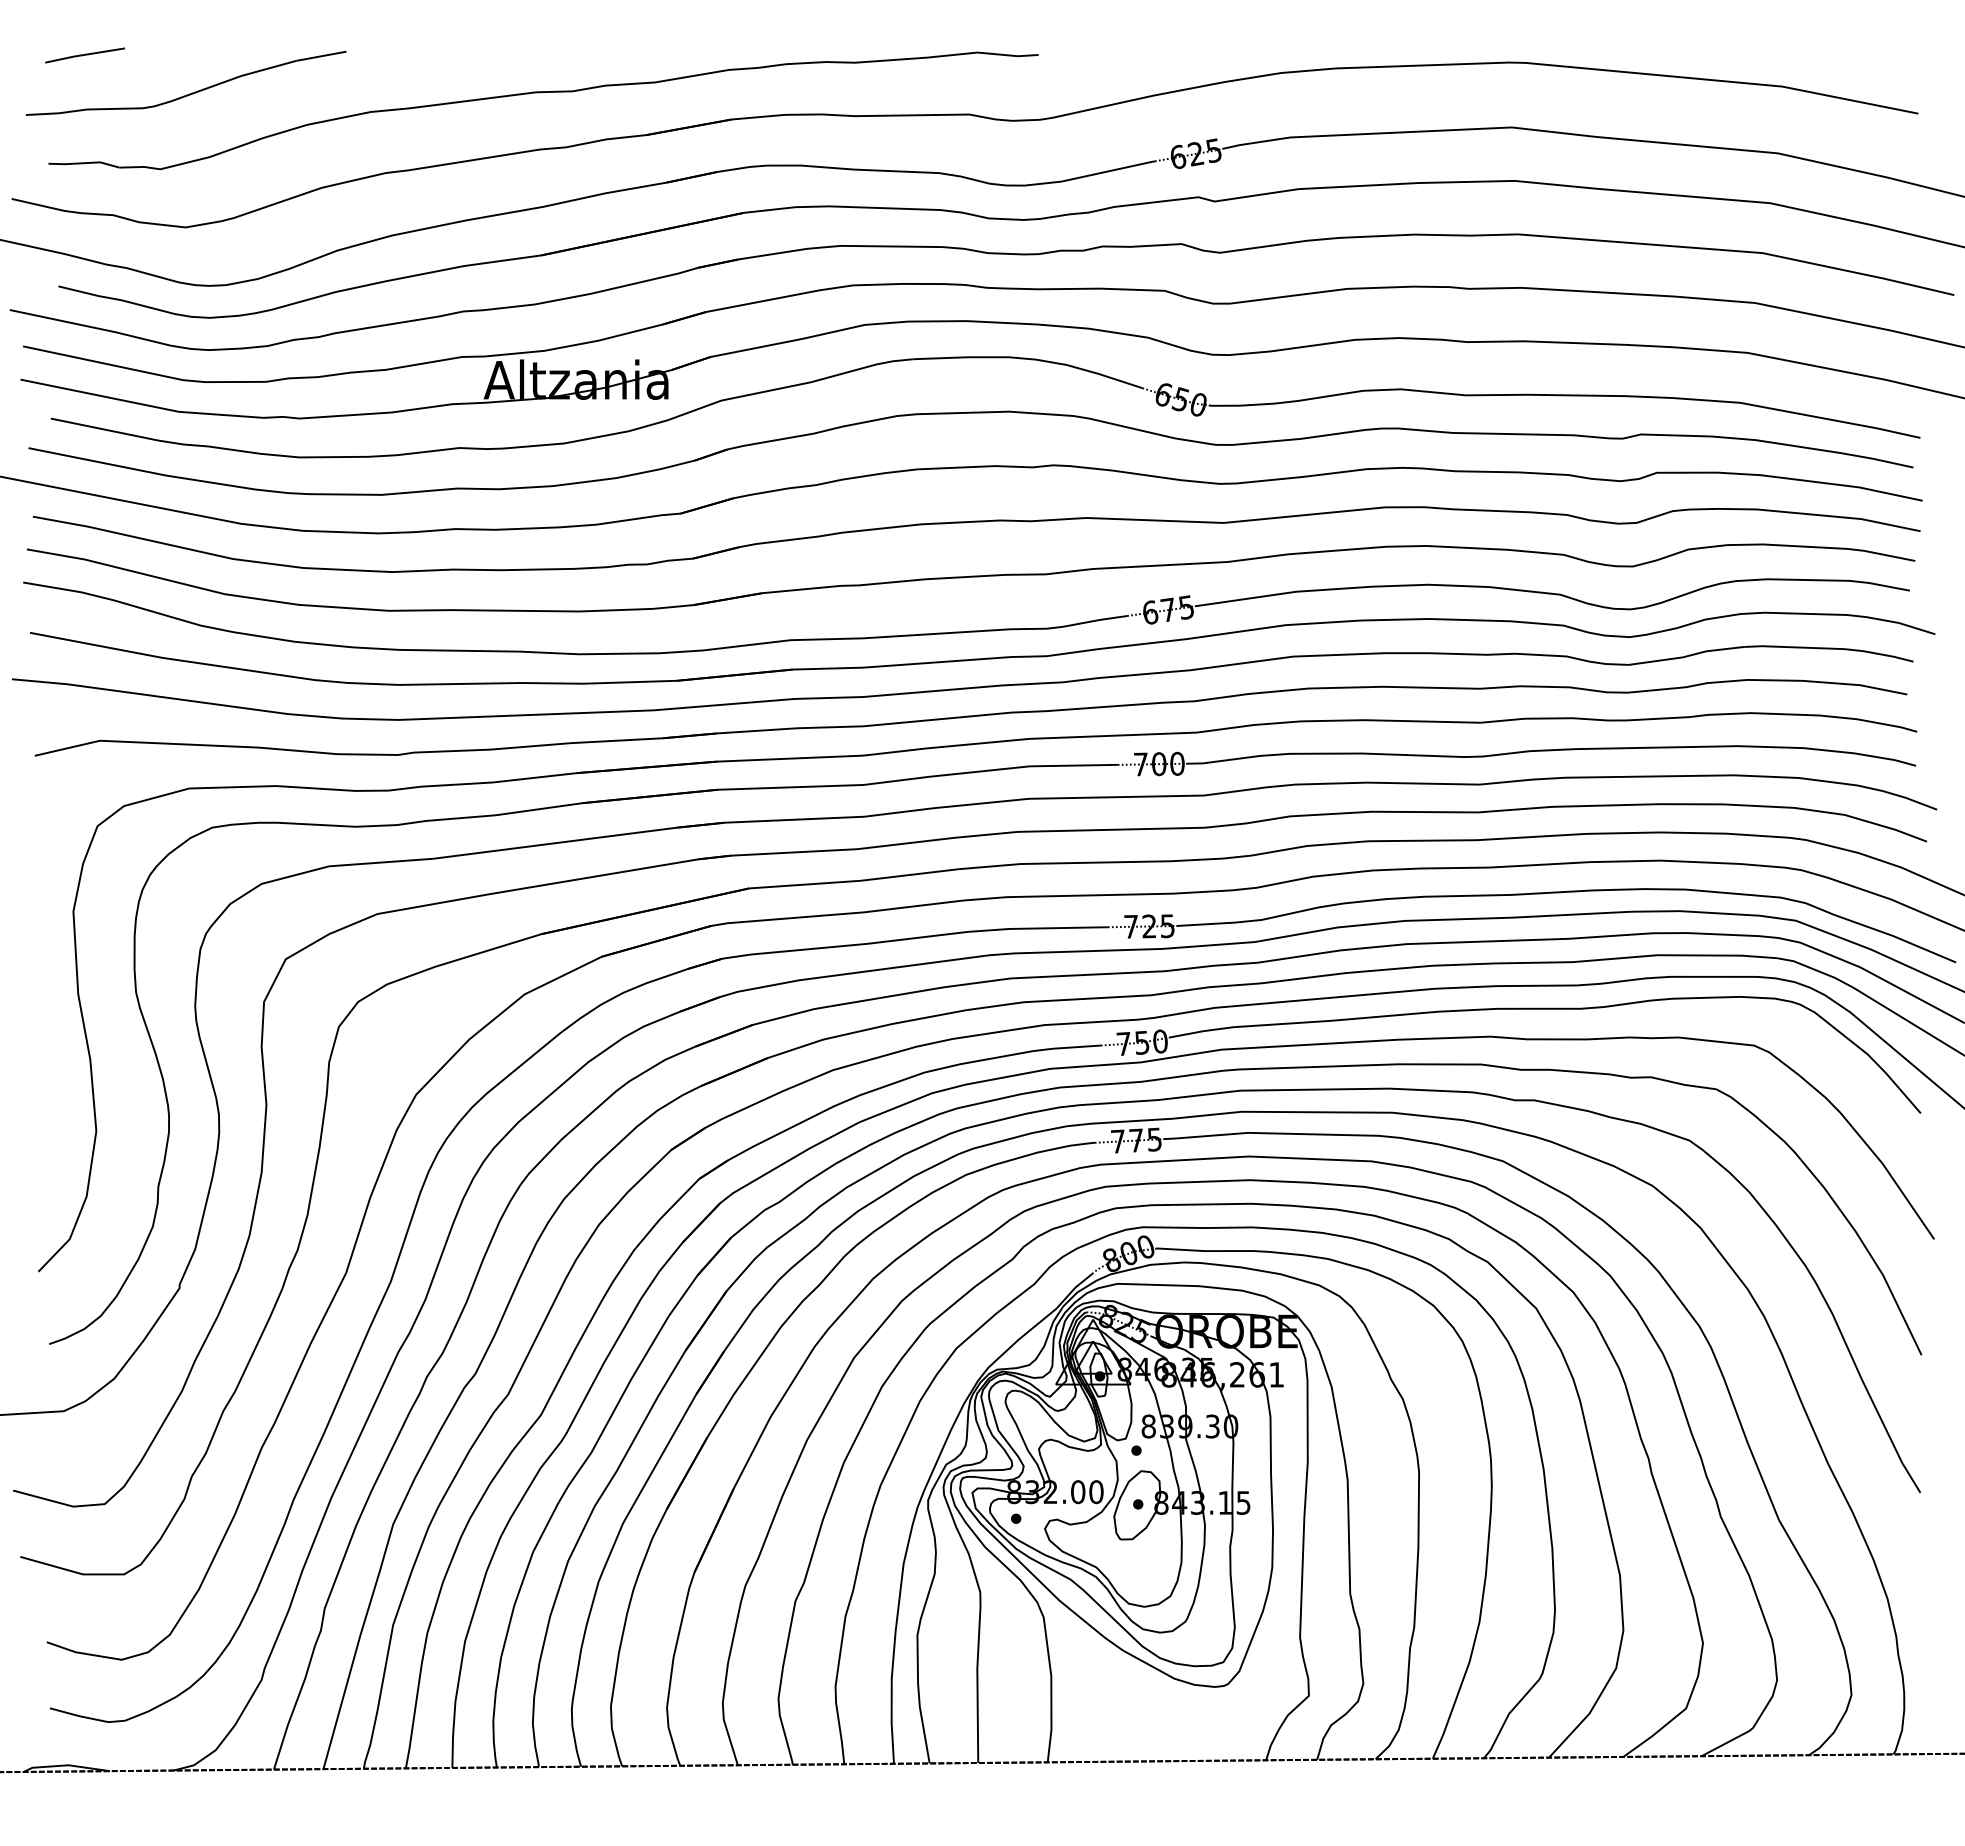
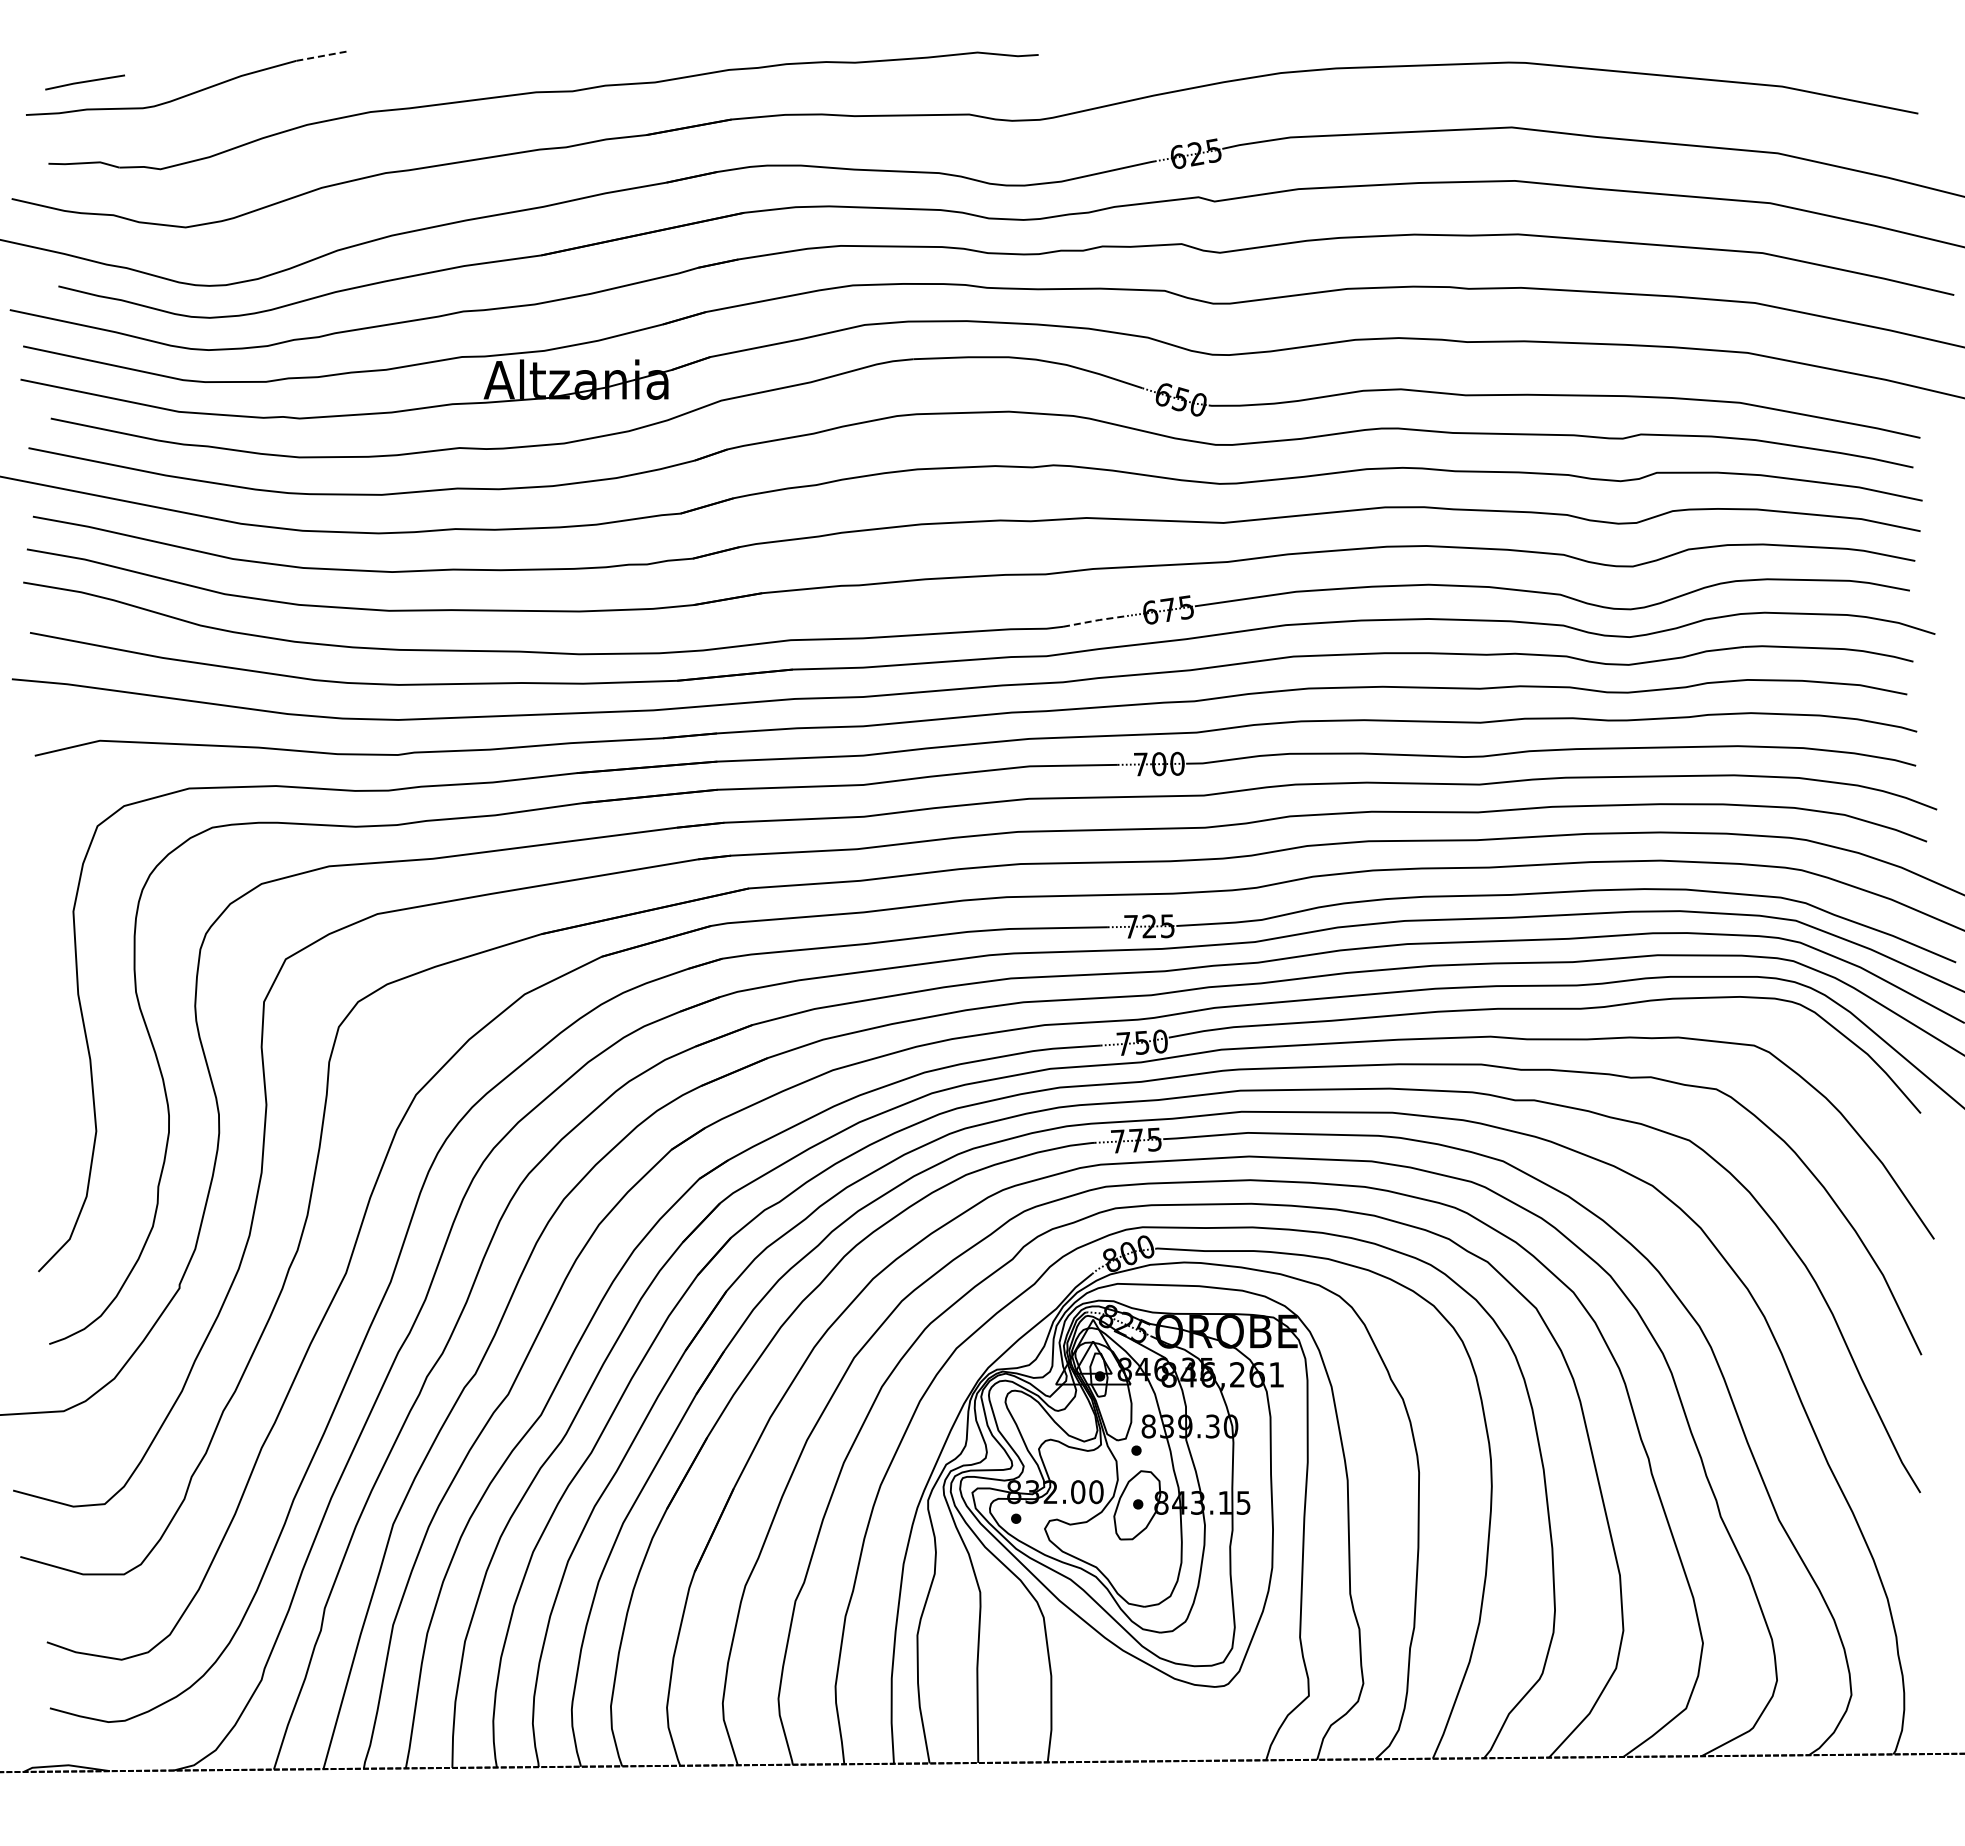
line at (84, 55) position: (84, 55) -> (84, 82)
line at (321, 56): solid -> dashed
line at (1095, 620): solid -> dashed
